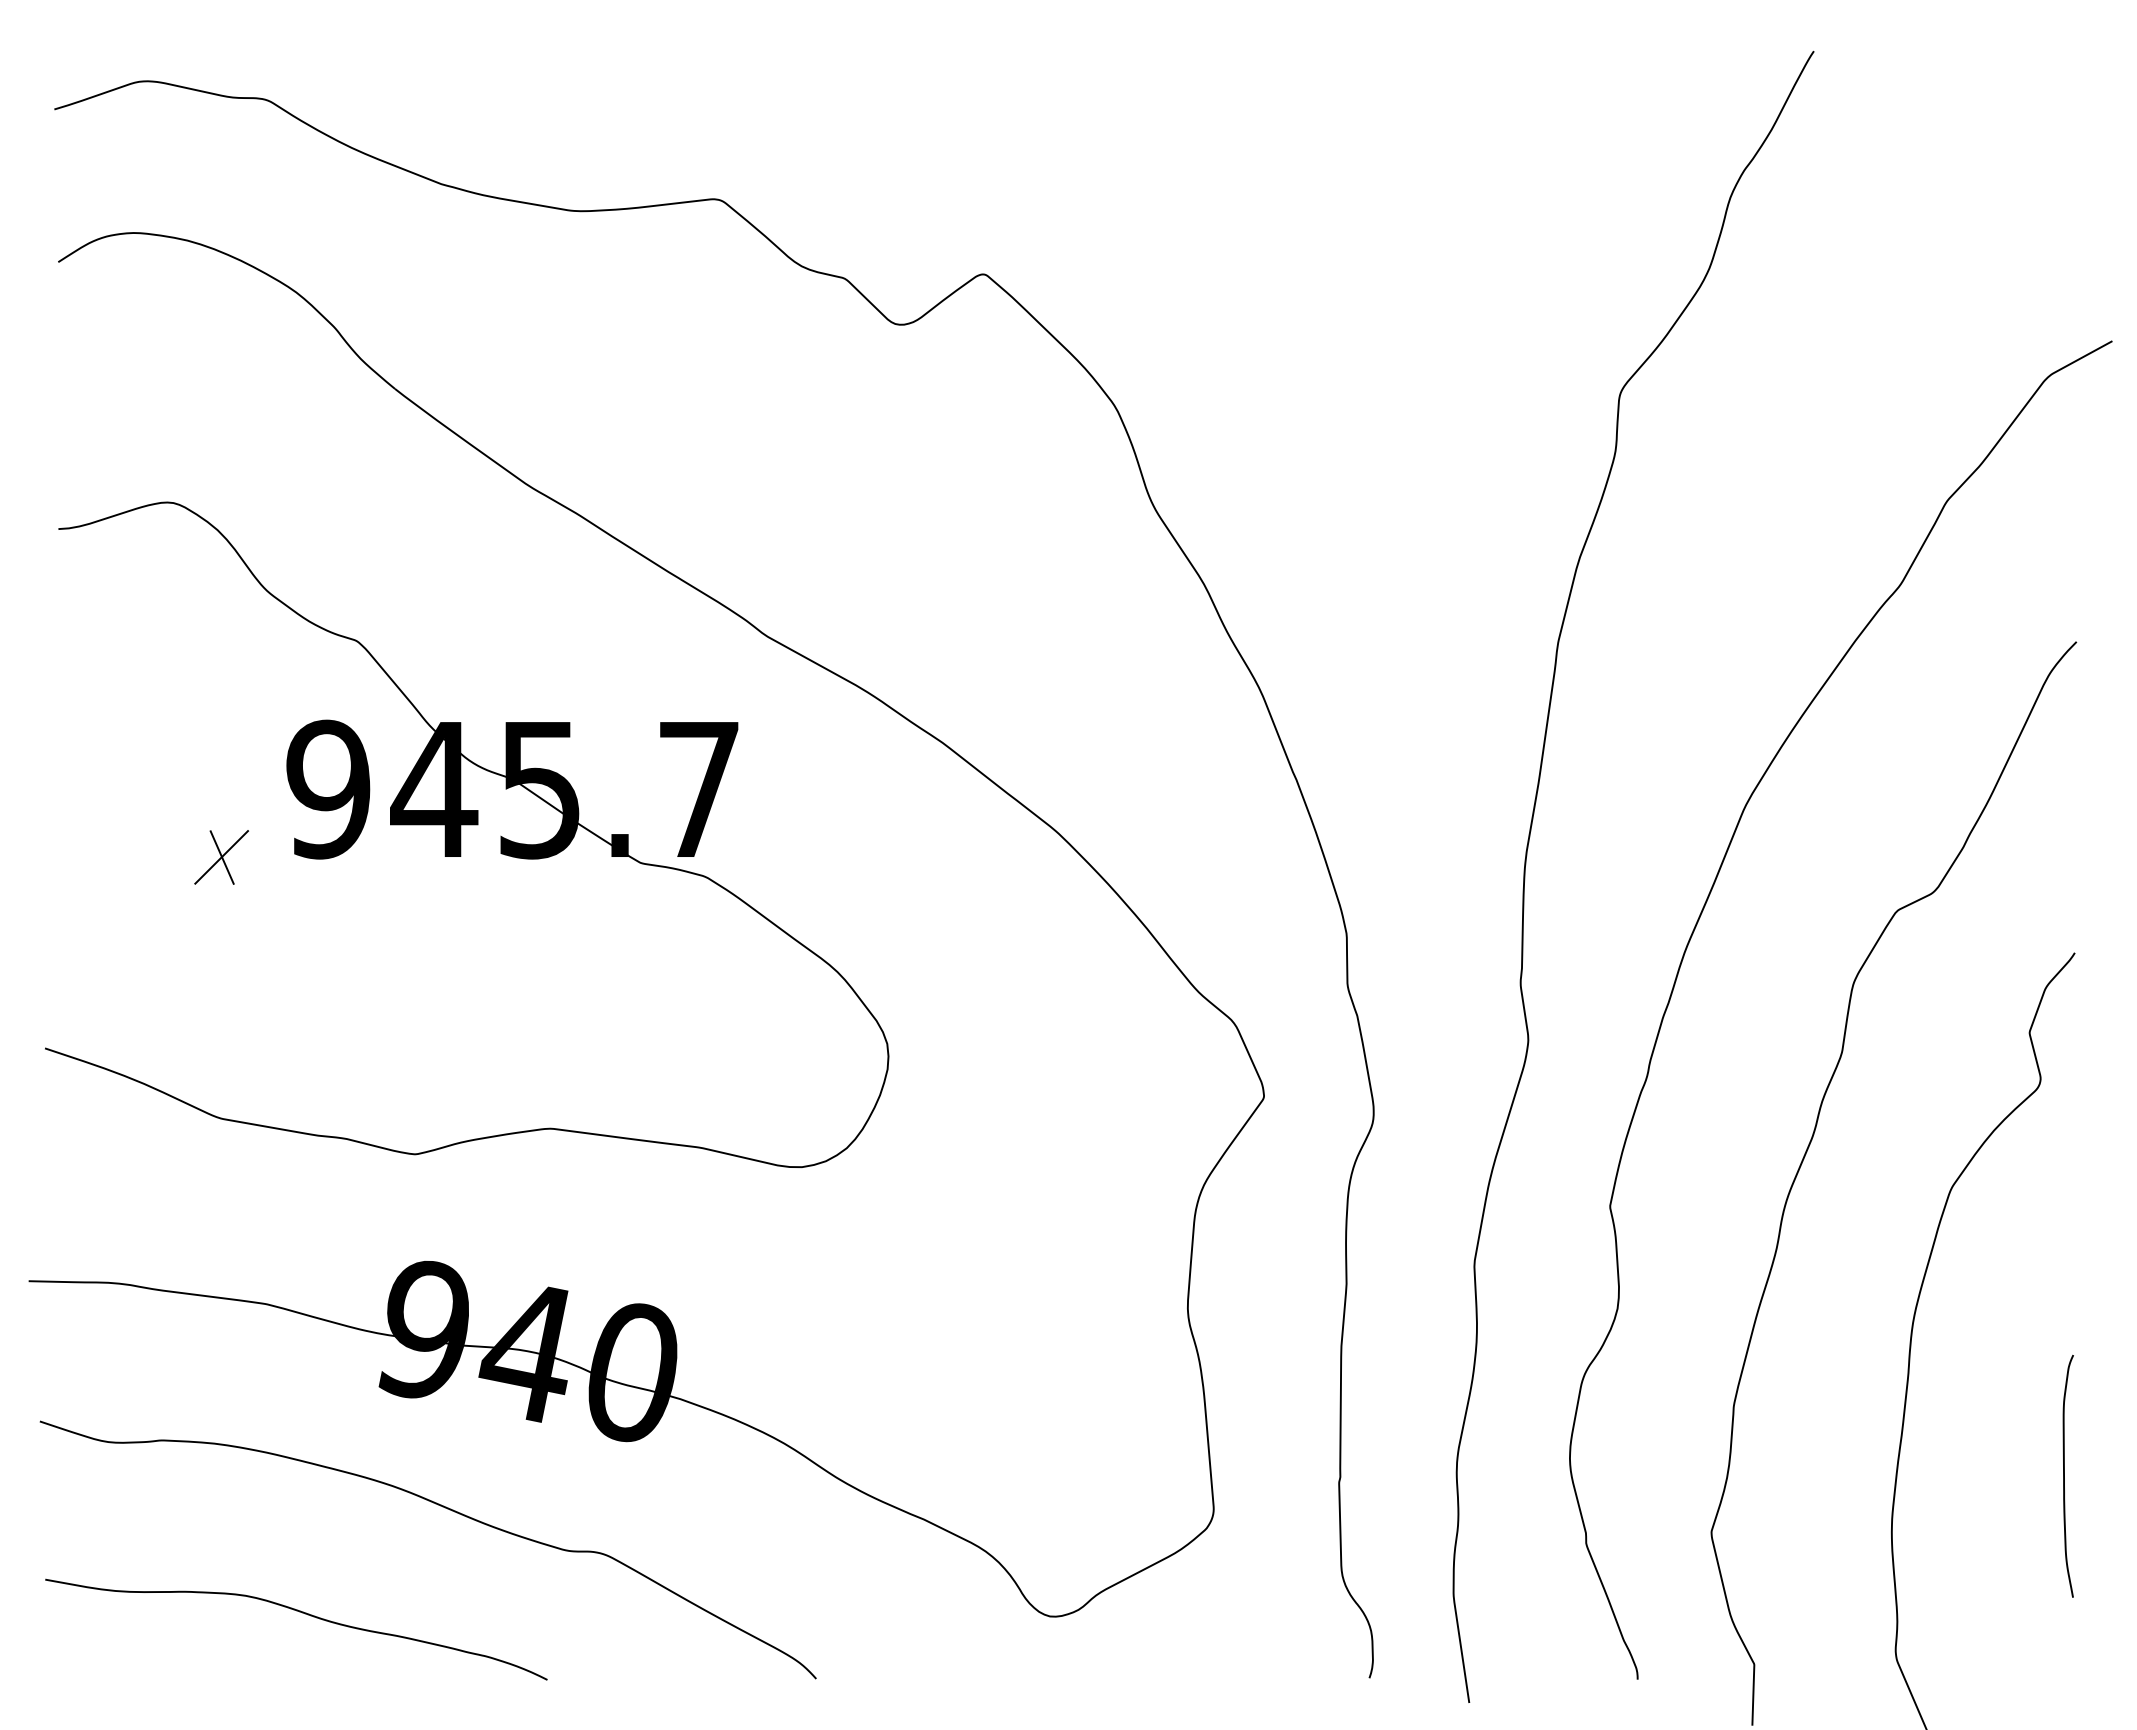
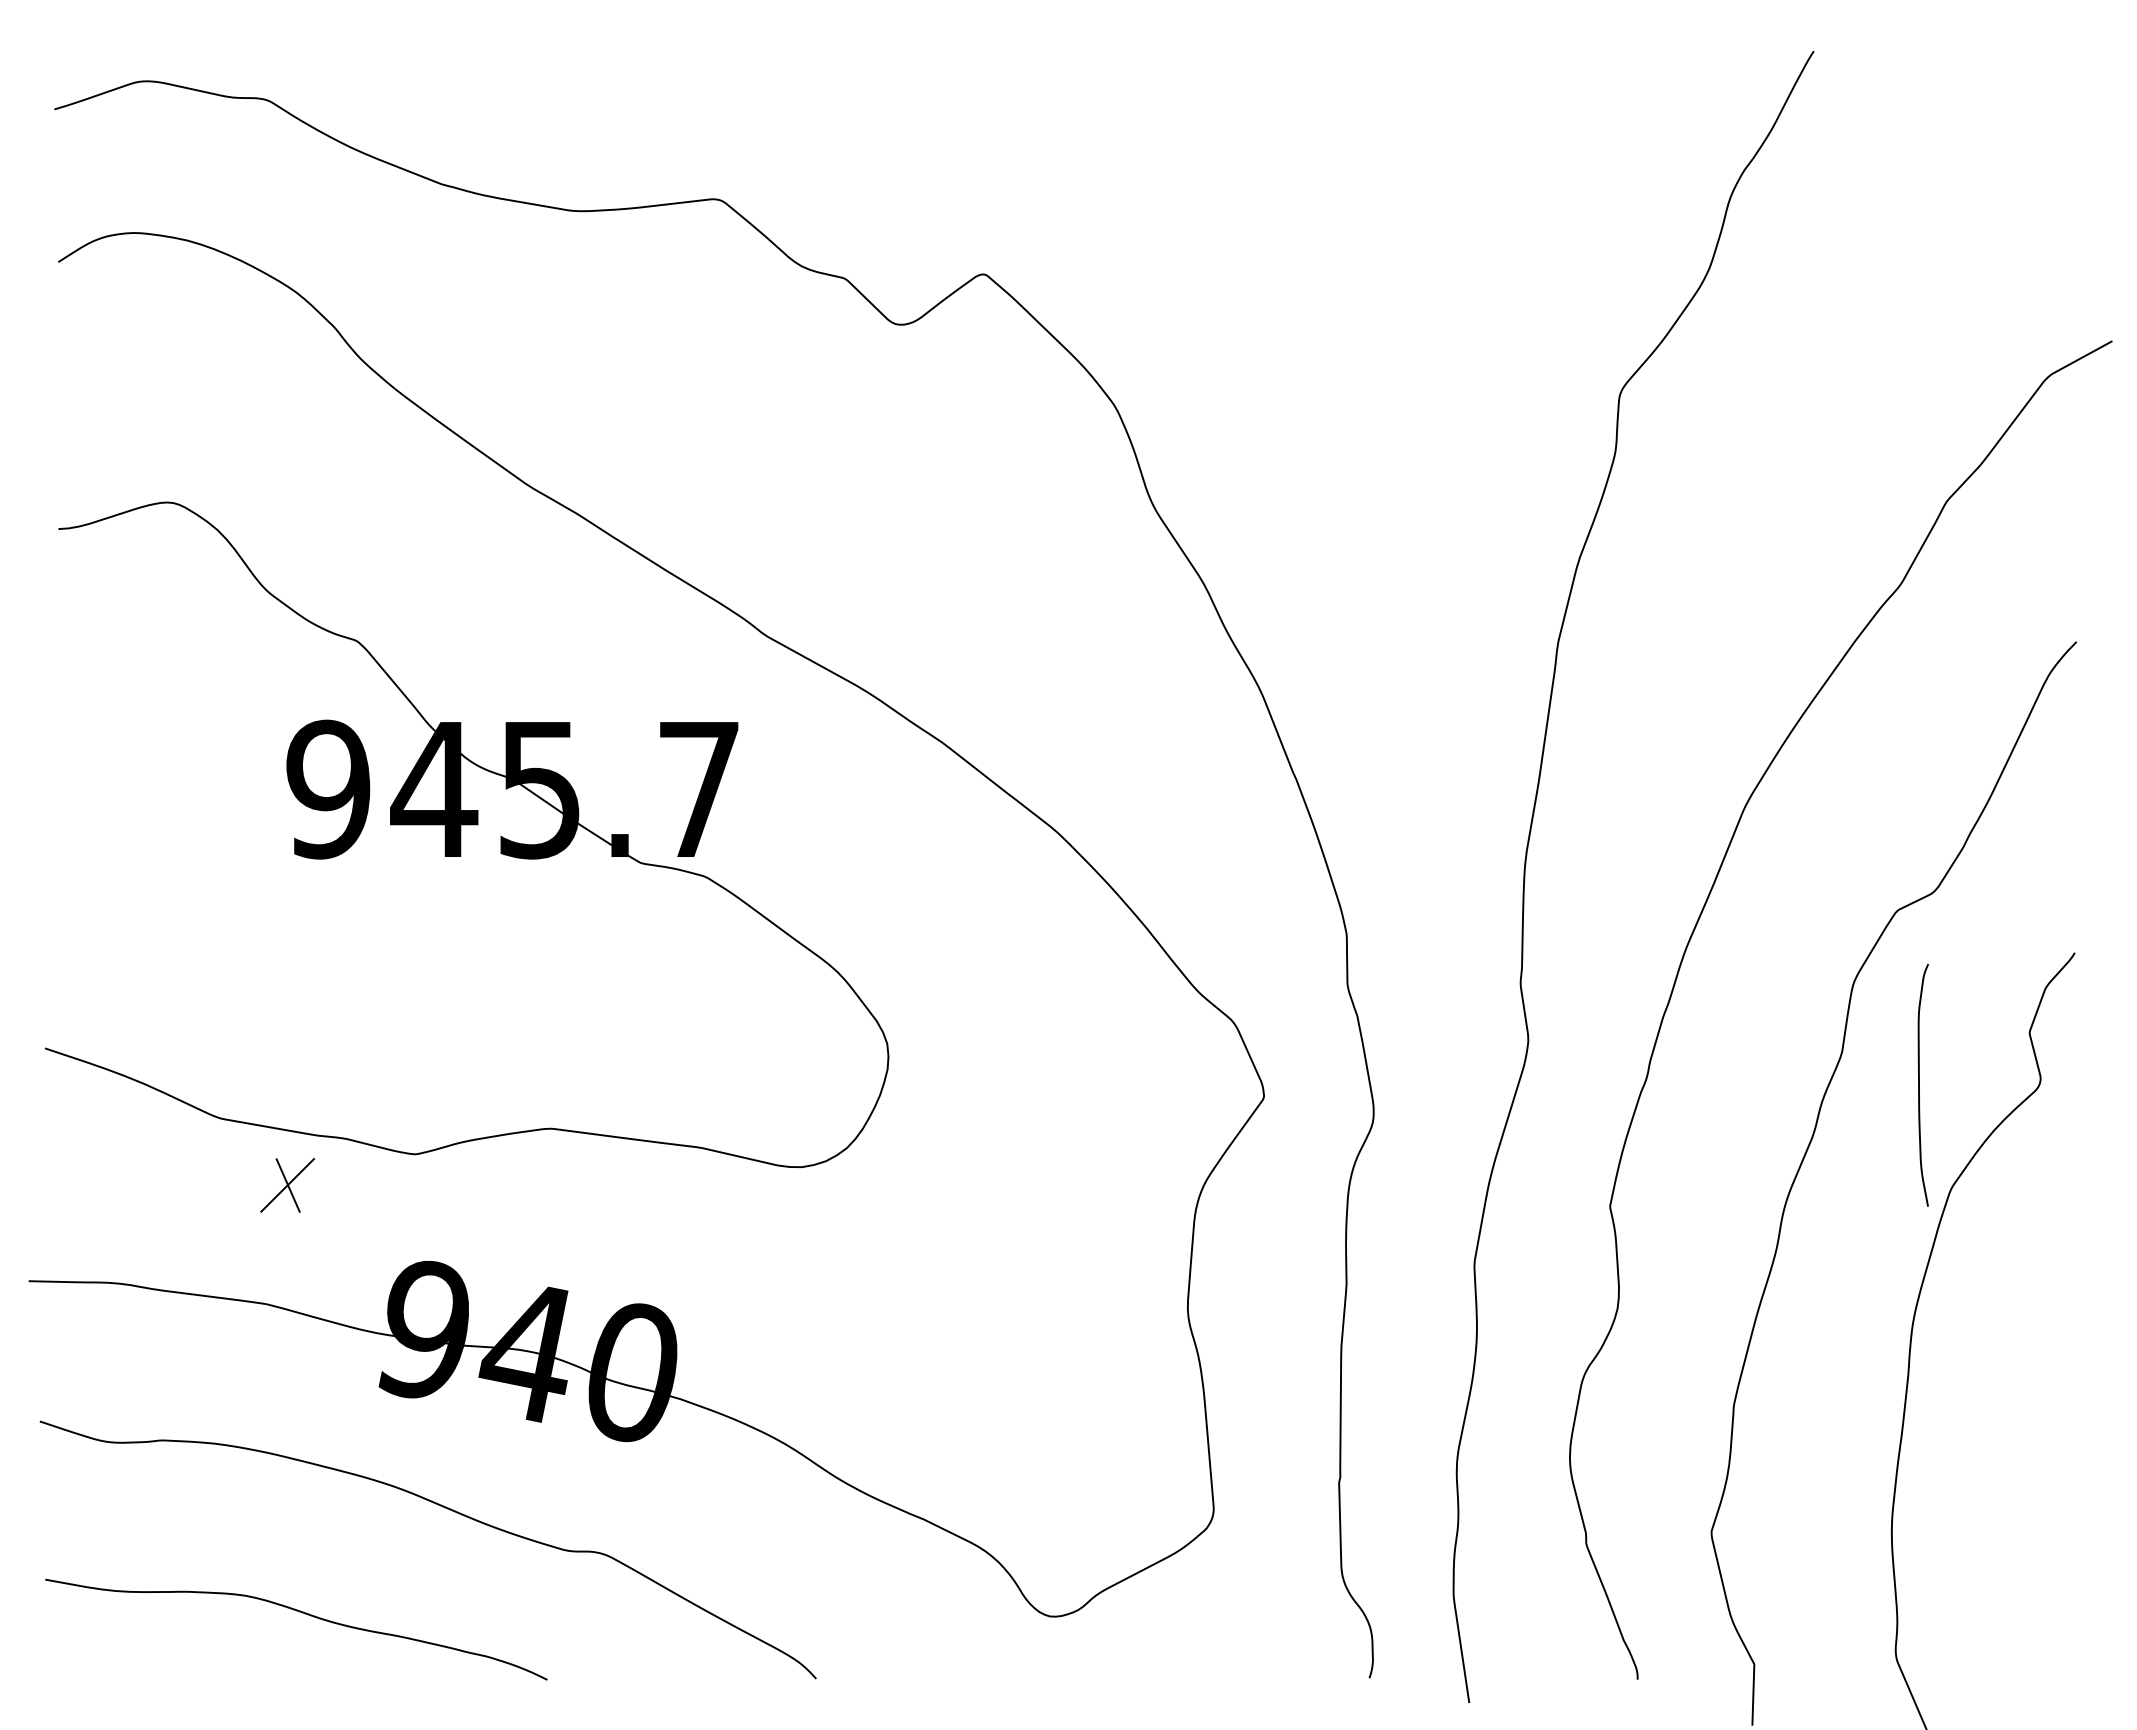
part at (221, 857) position: (221, 857) -> (287, 1185)
curve at (2064, 1475) position: (2064, 1475) -> (1919, 1084)
